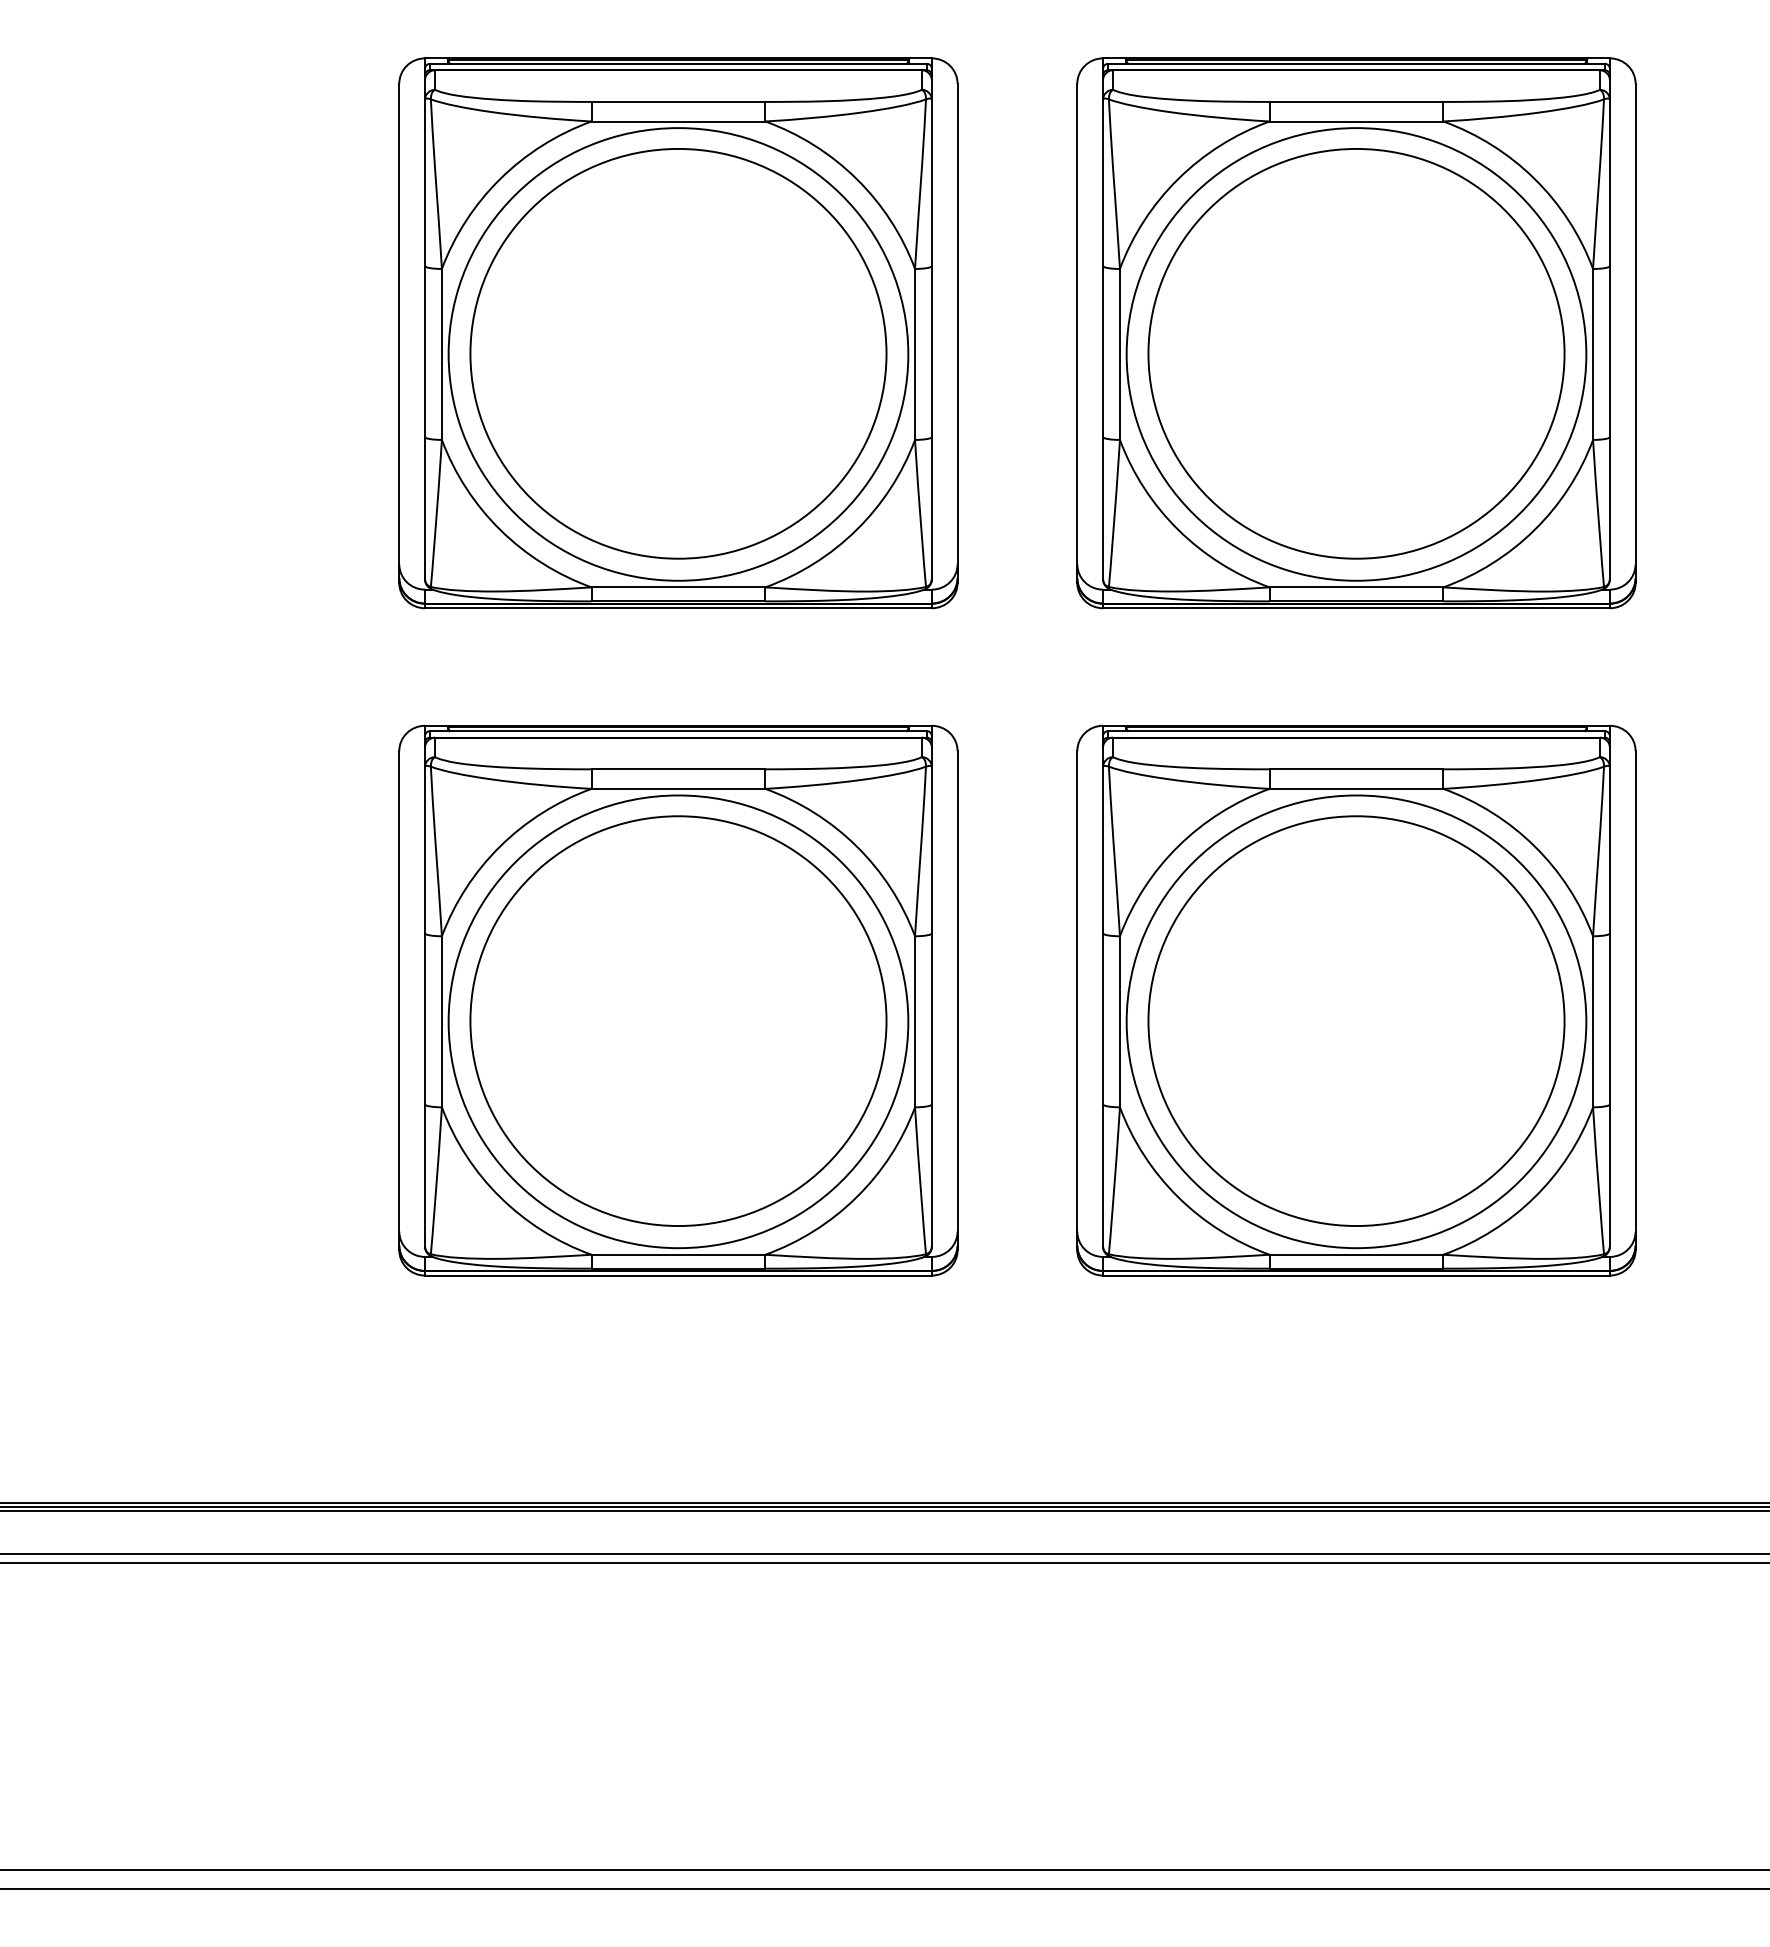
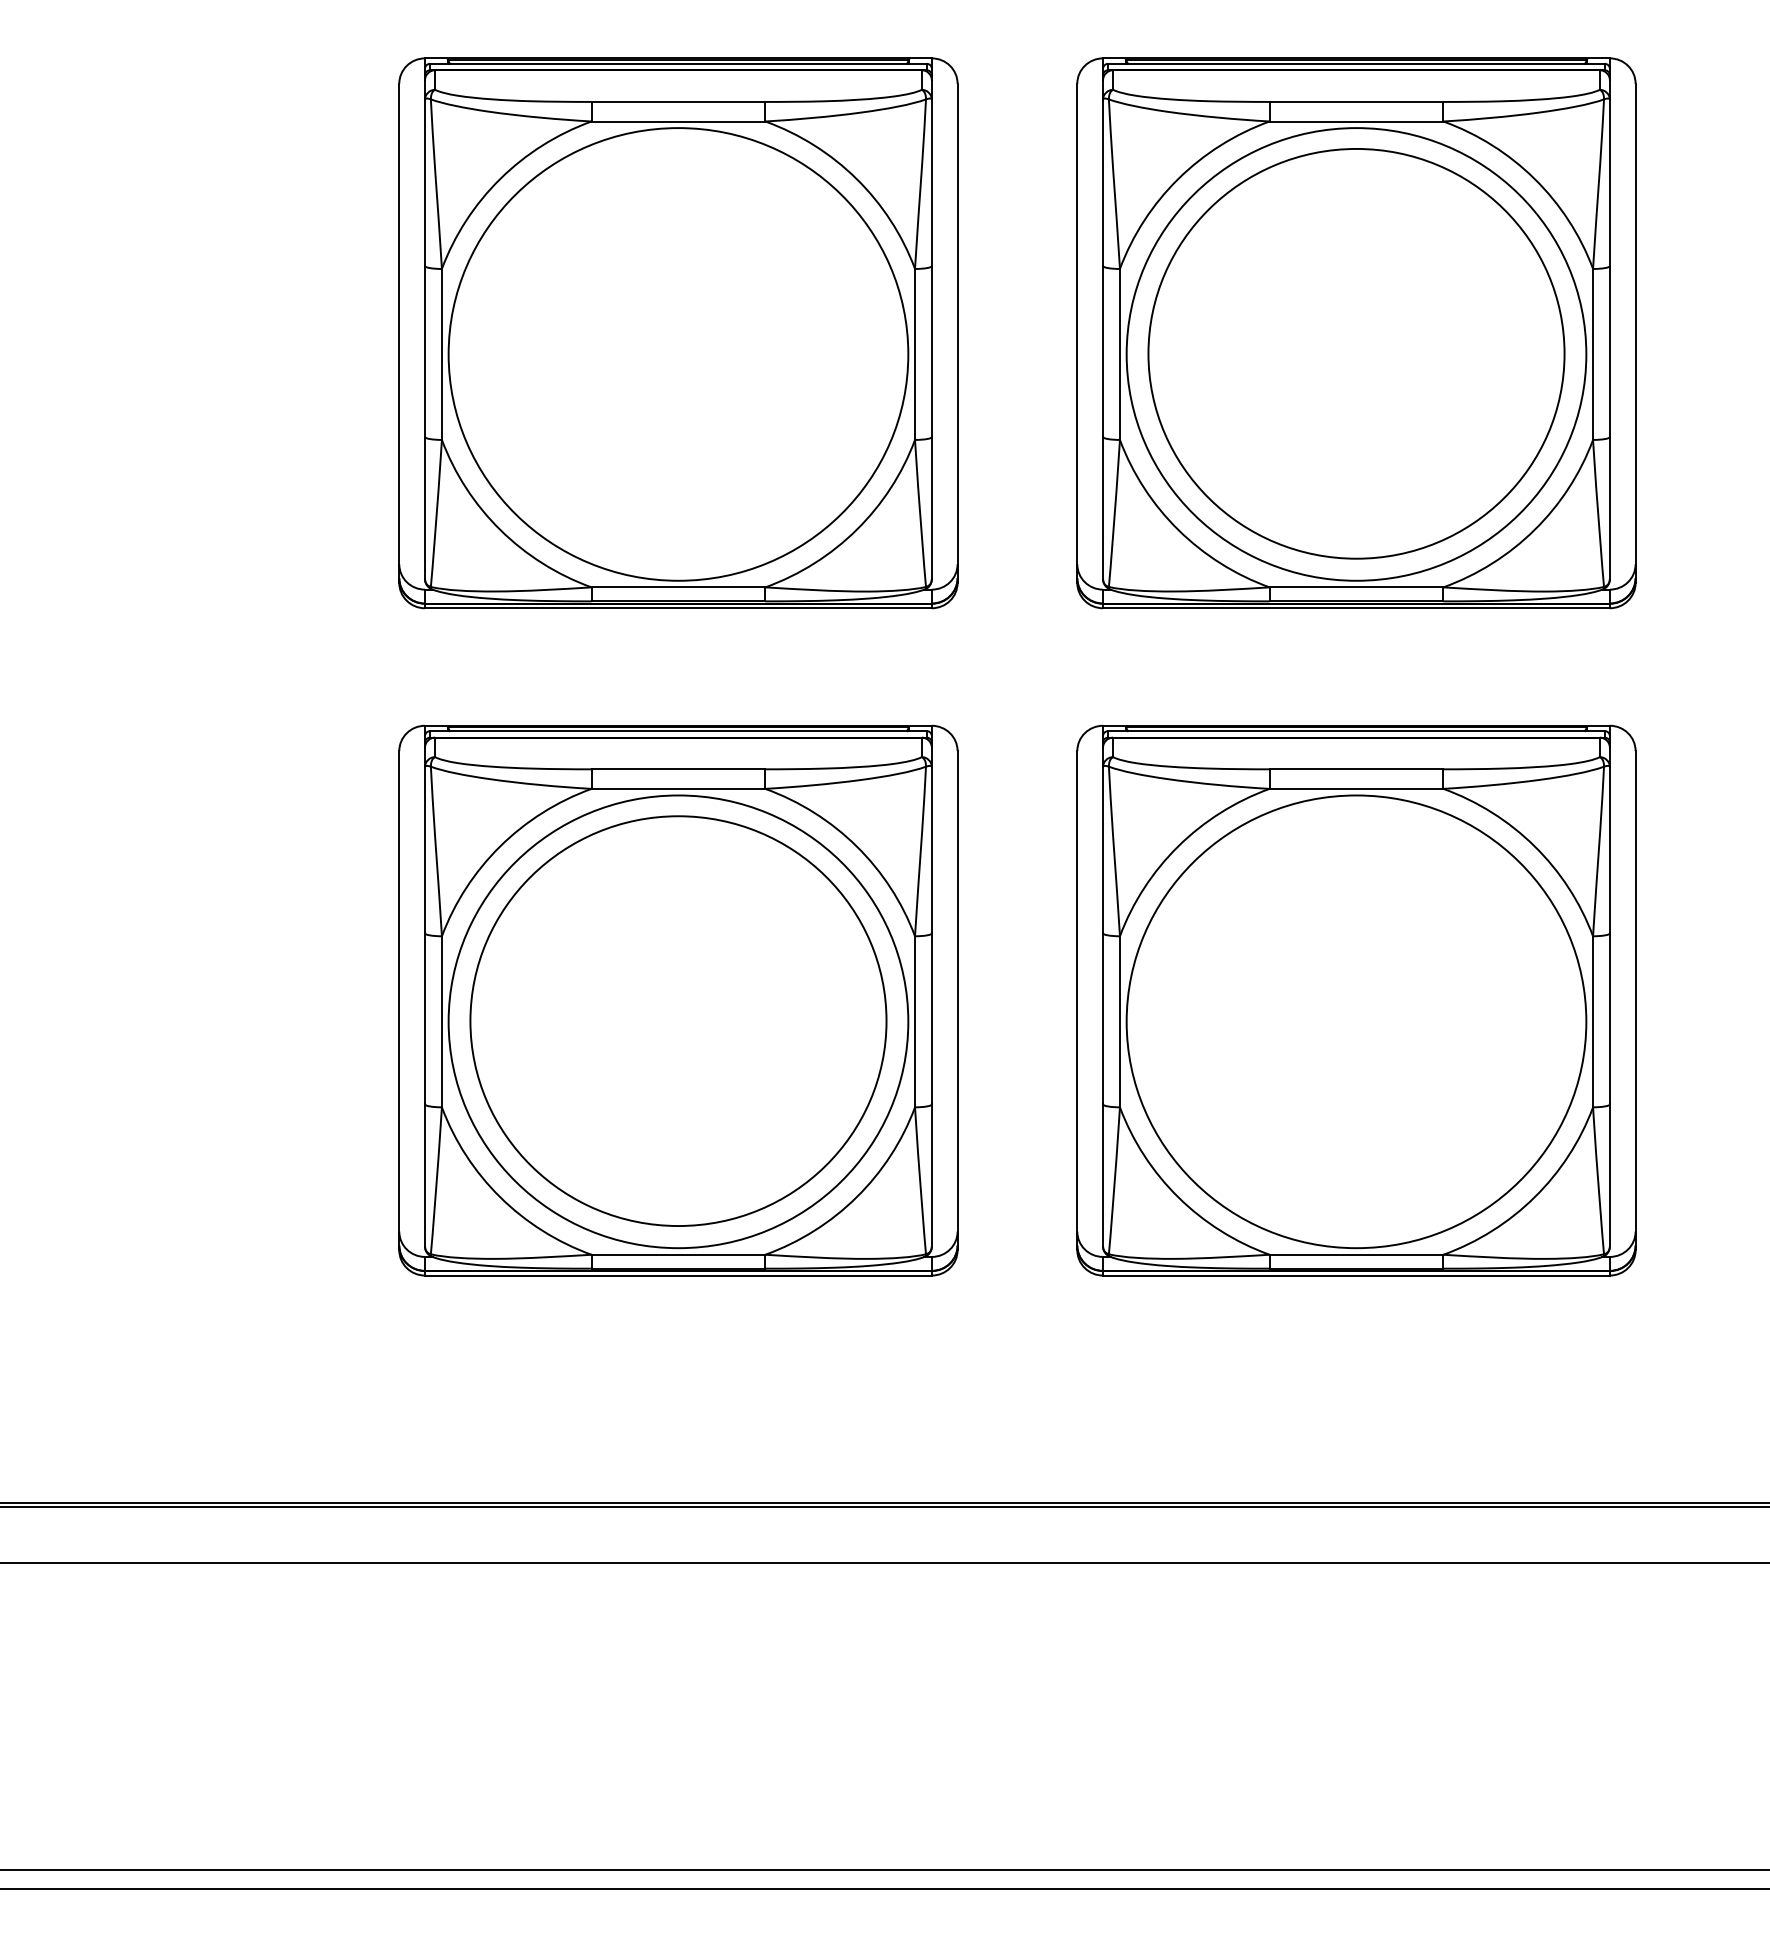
part at (678, 353): present -> none
part at (1356, 1020): present -> none
line at (884, 1511): present -> none
line at (884, 1553): present -> none
